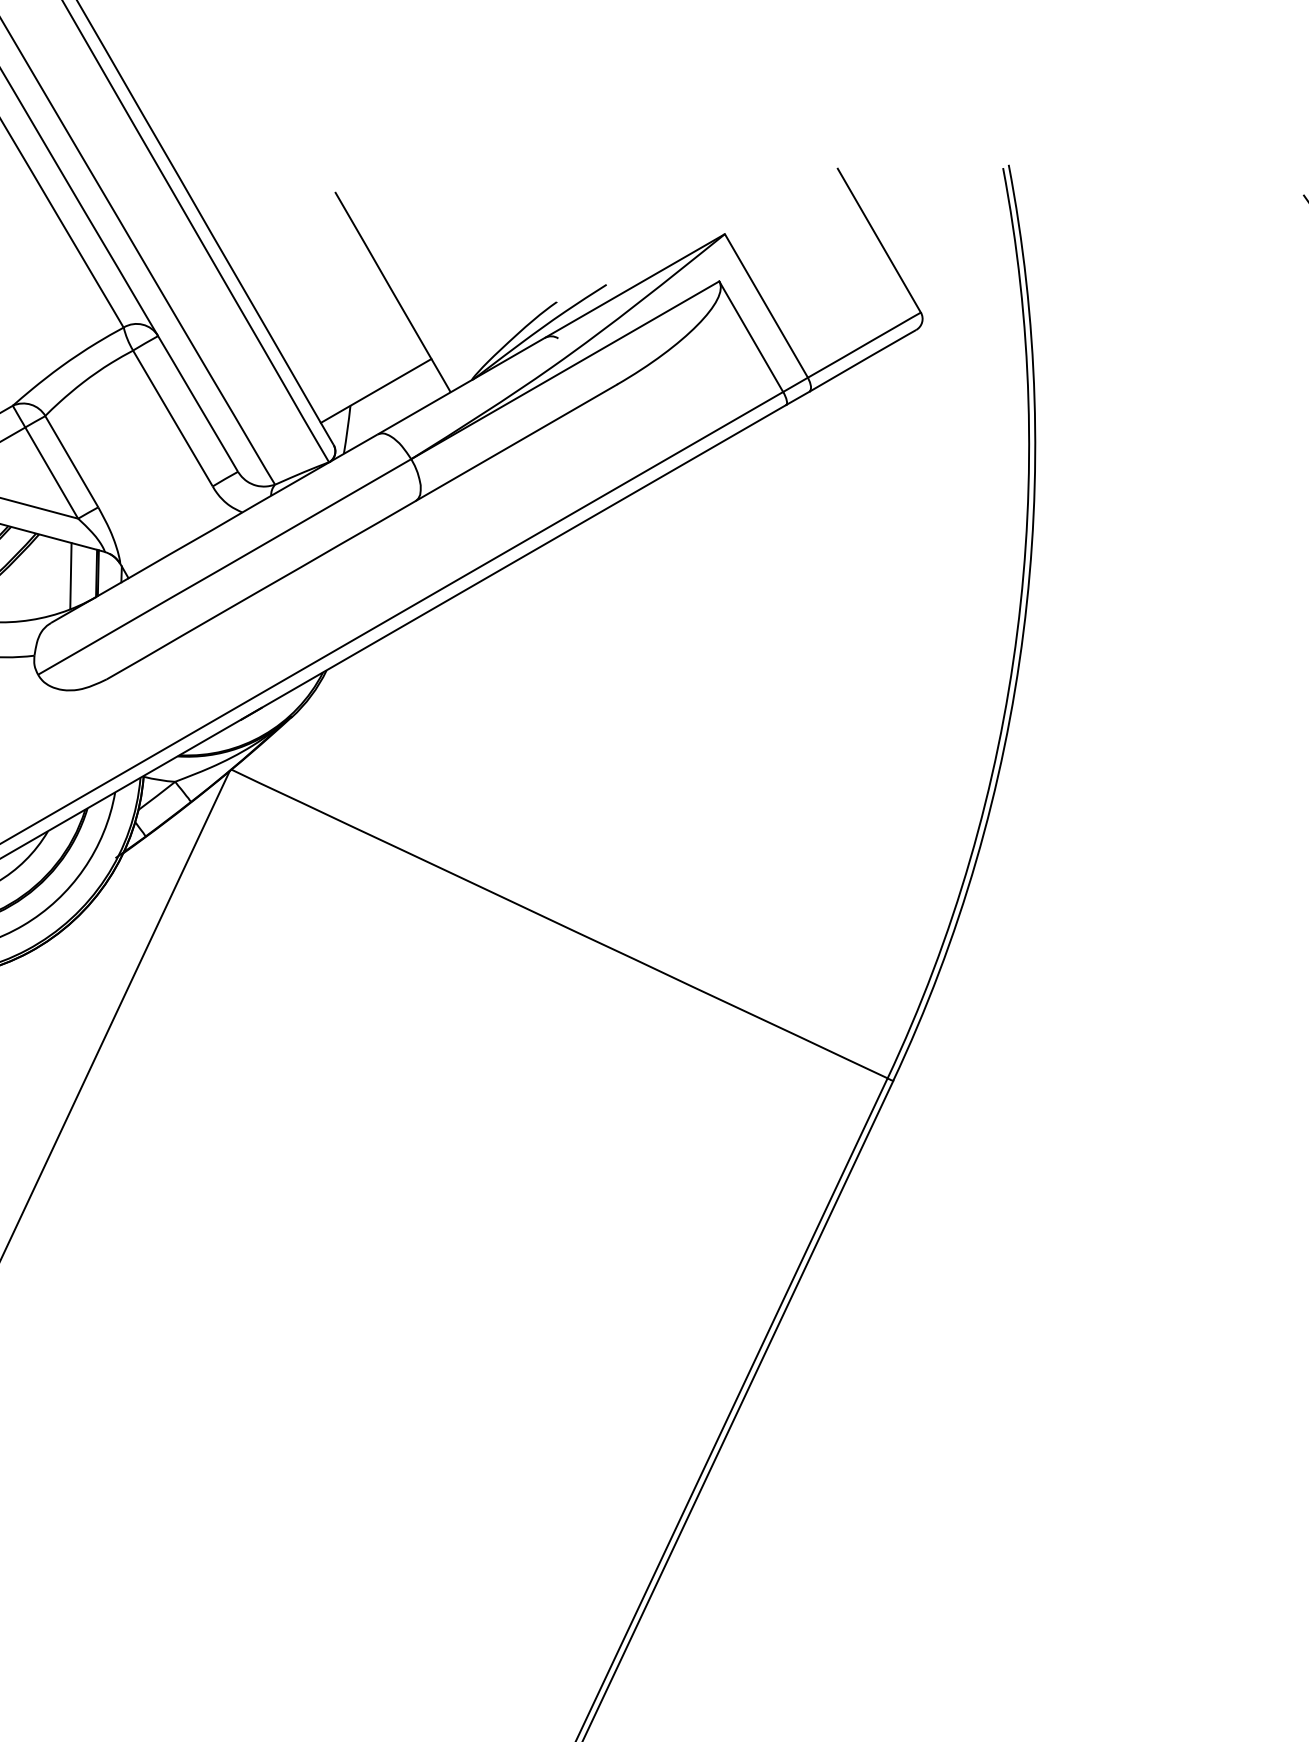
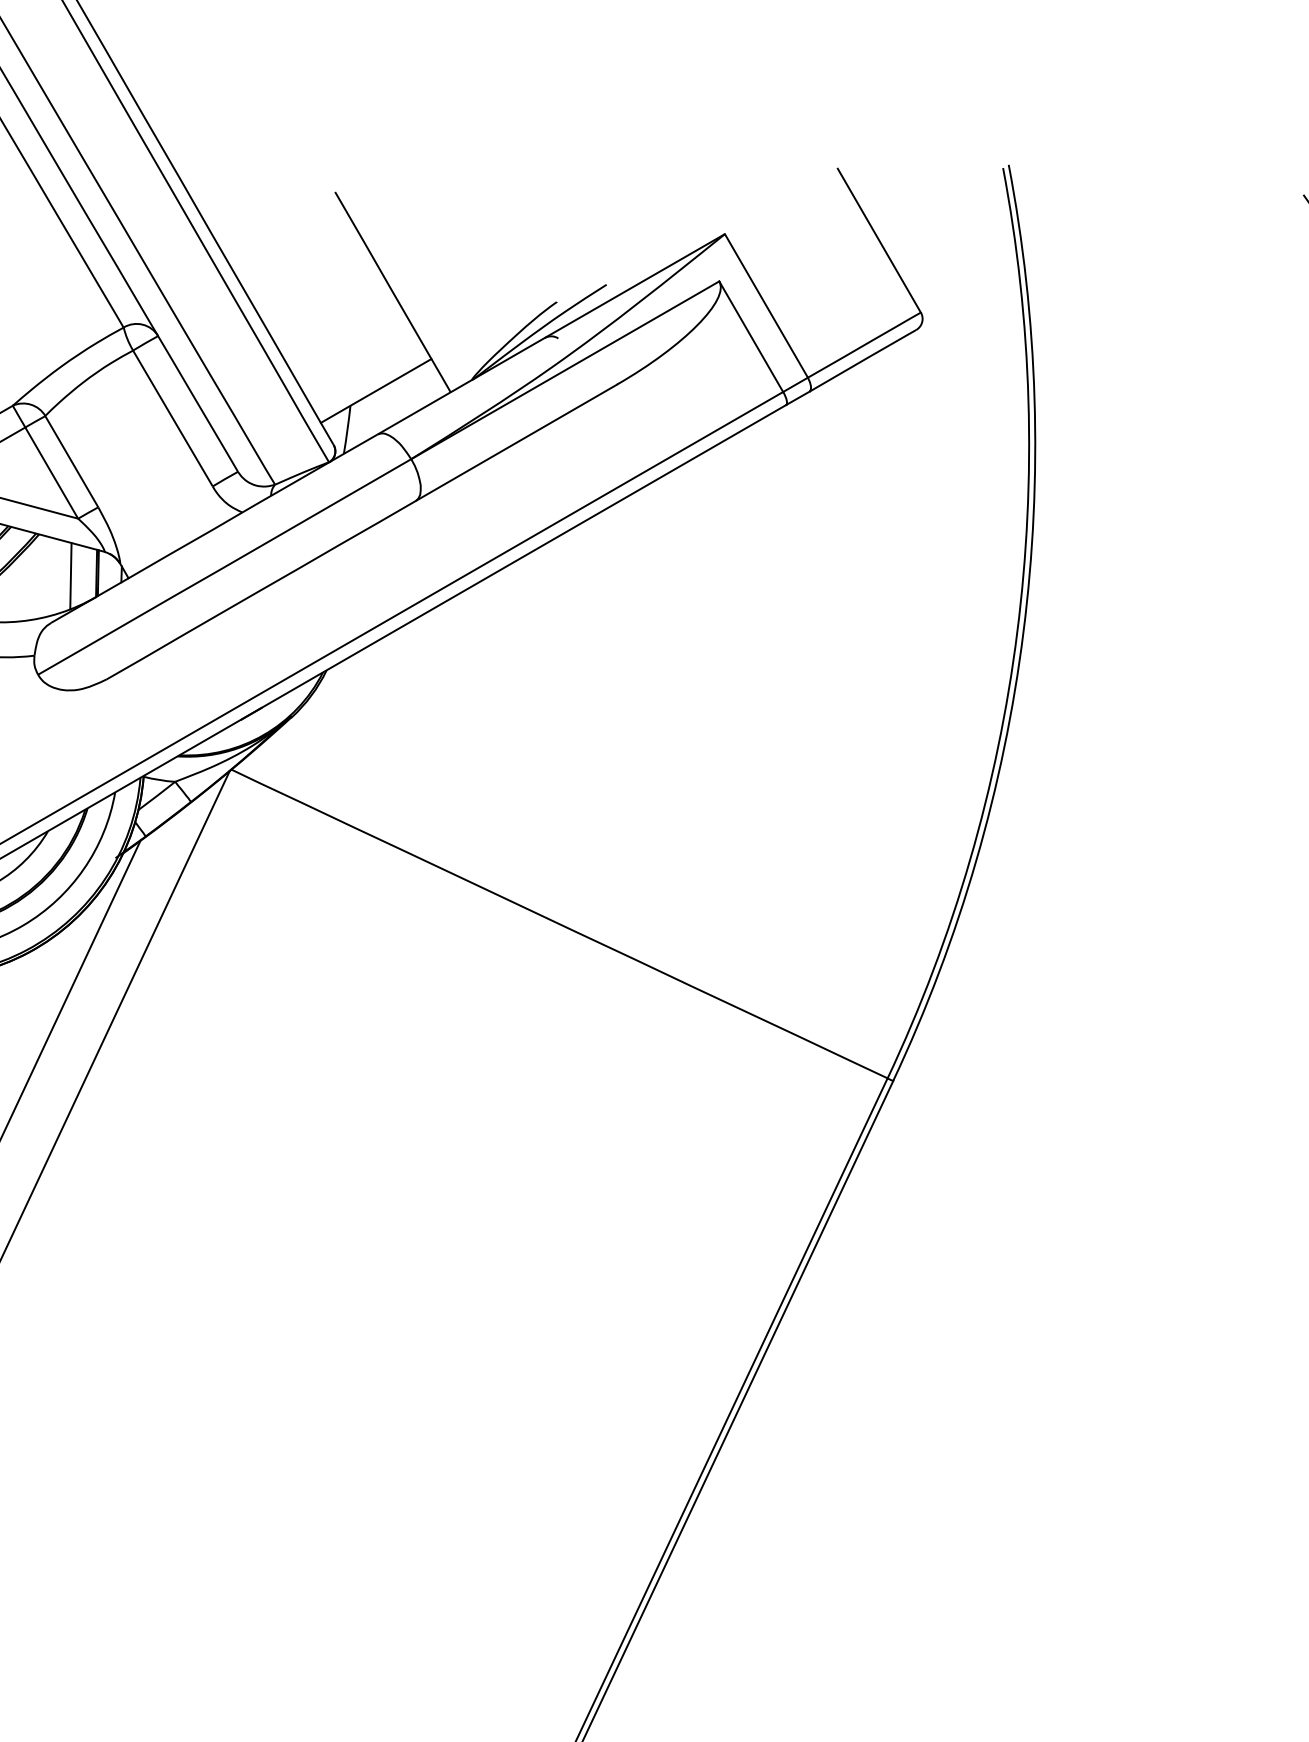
line at (71, 988): none -> present
